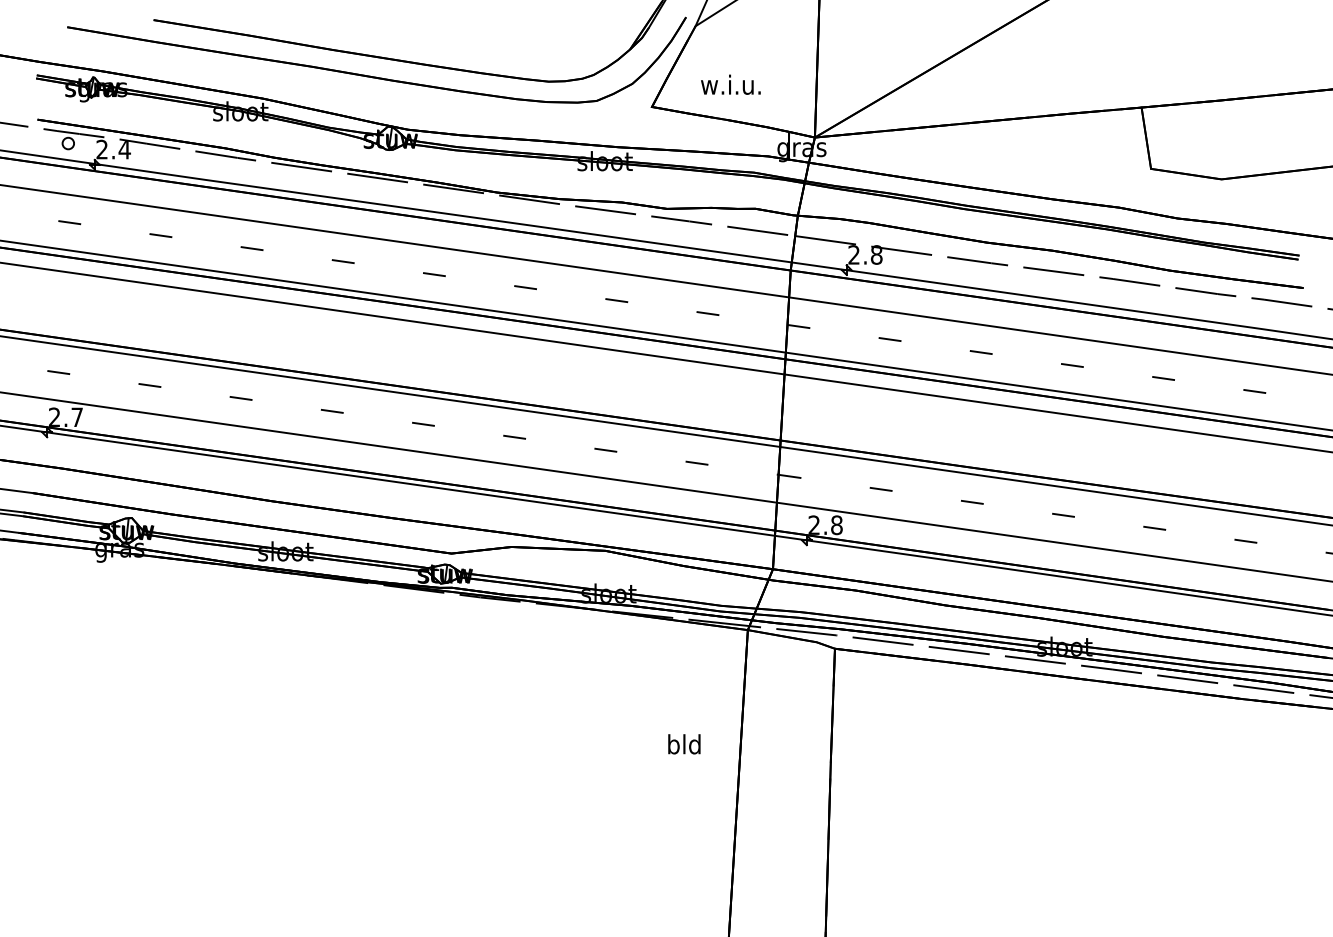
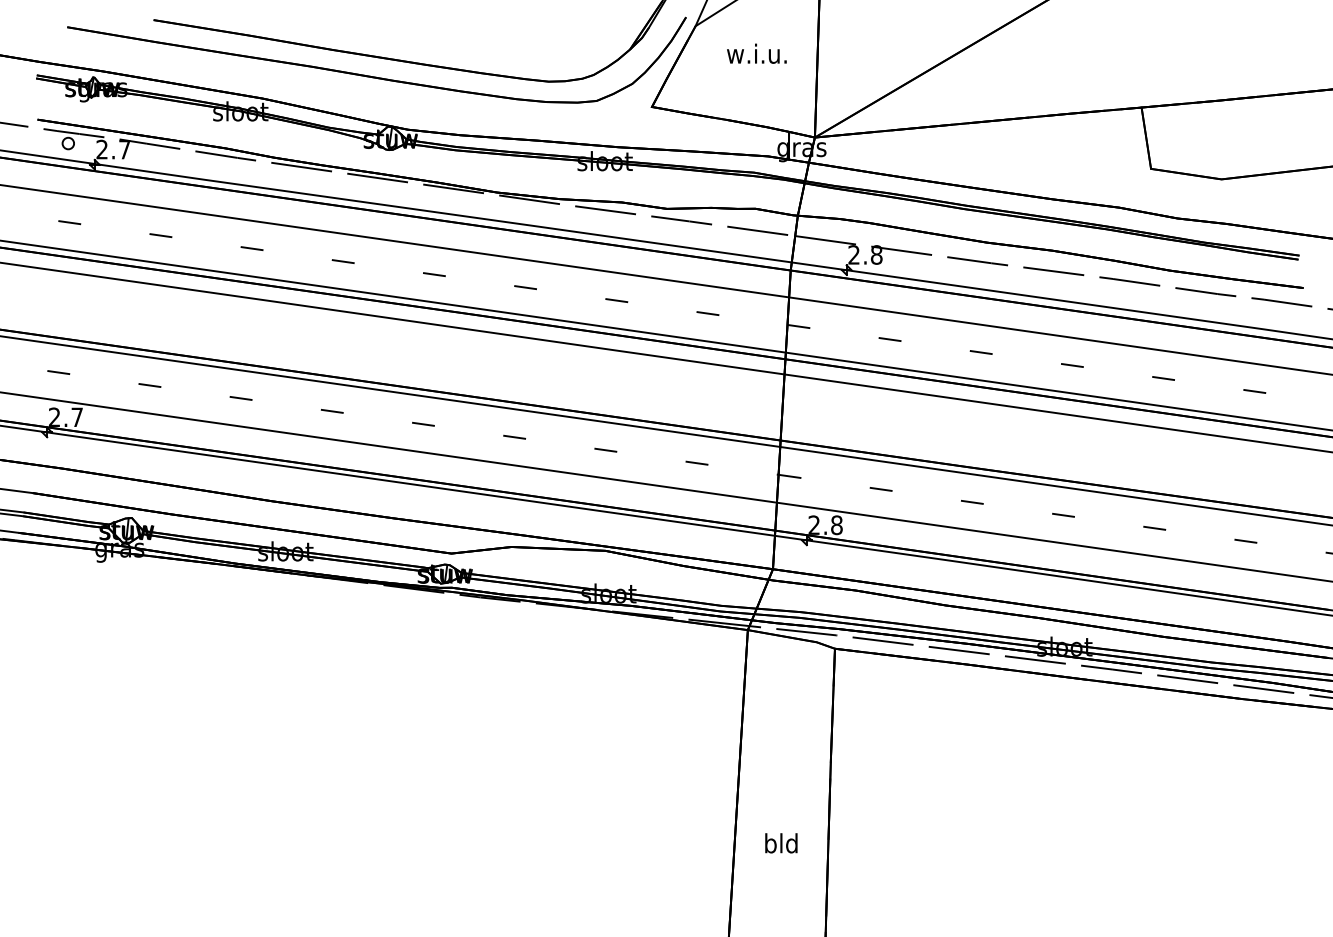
text at (730, 84) position: (730, 84) -> (756, 53)
text at (124, 149): 2.4 -> 2.7
text at (684, 744) position: (684, 744) -> (781, 843)
